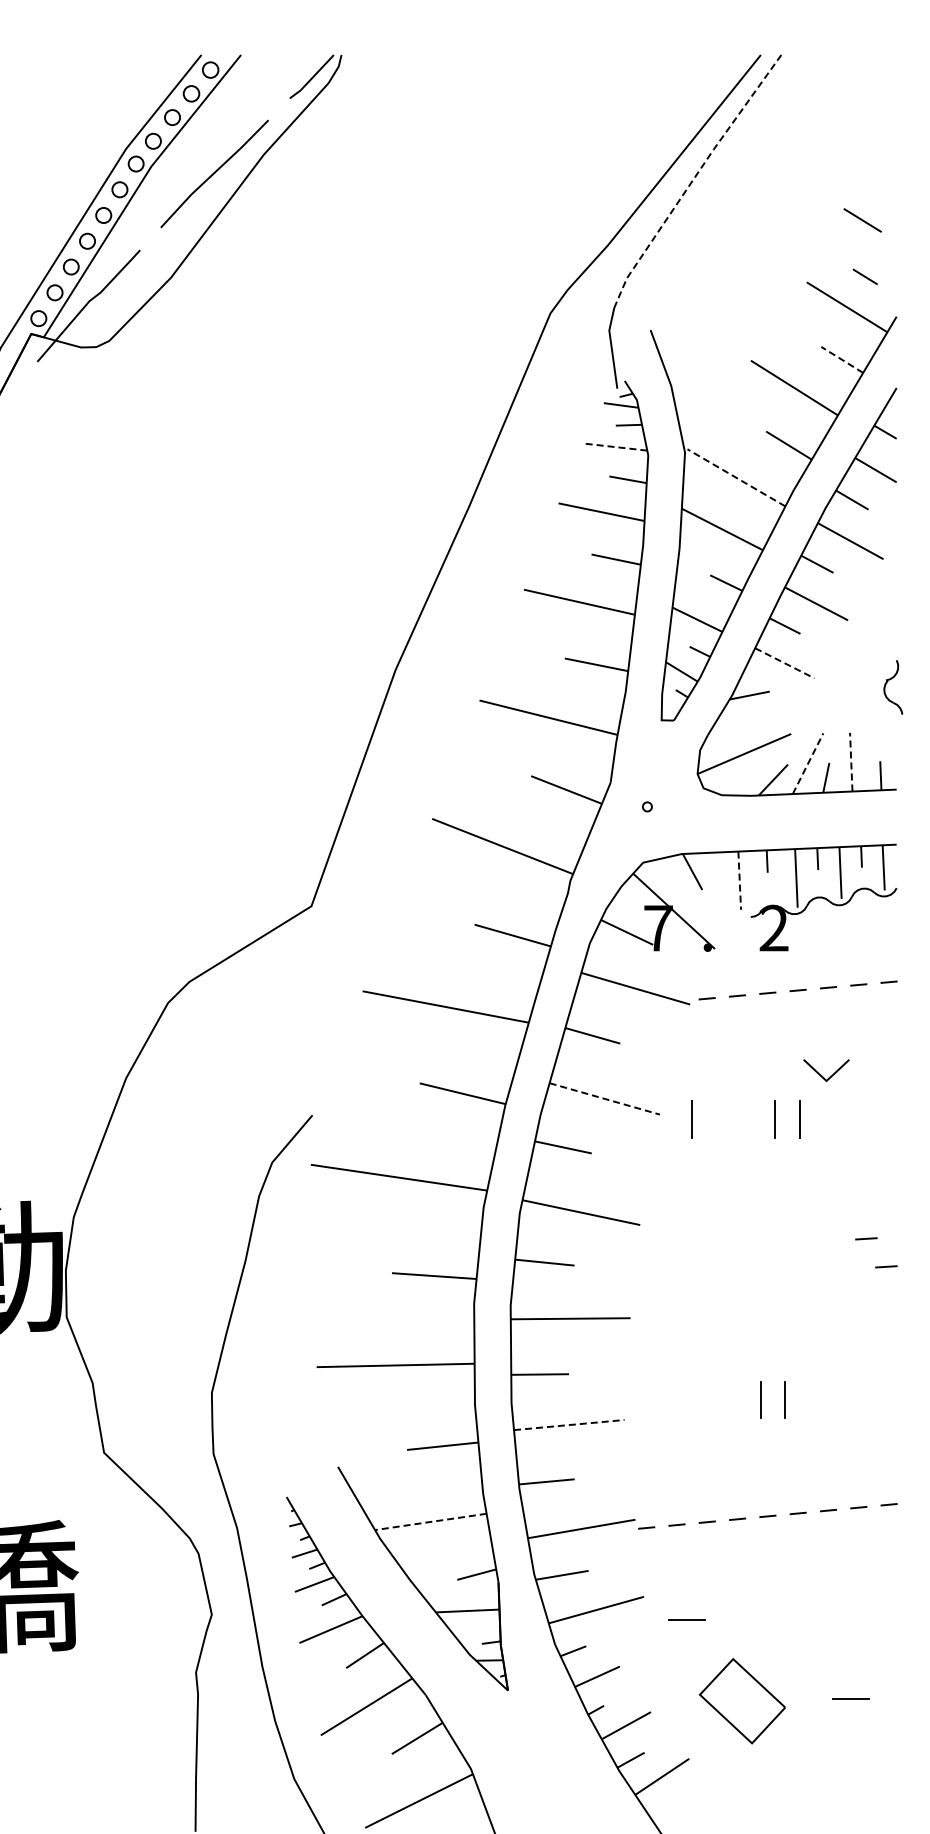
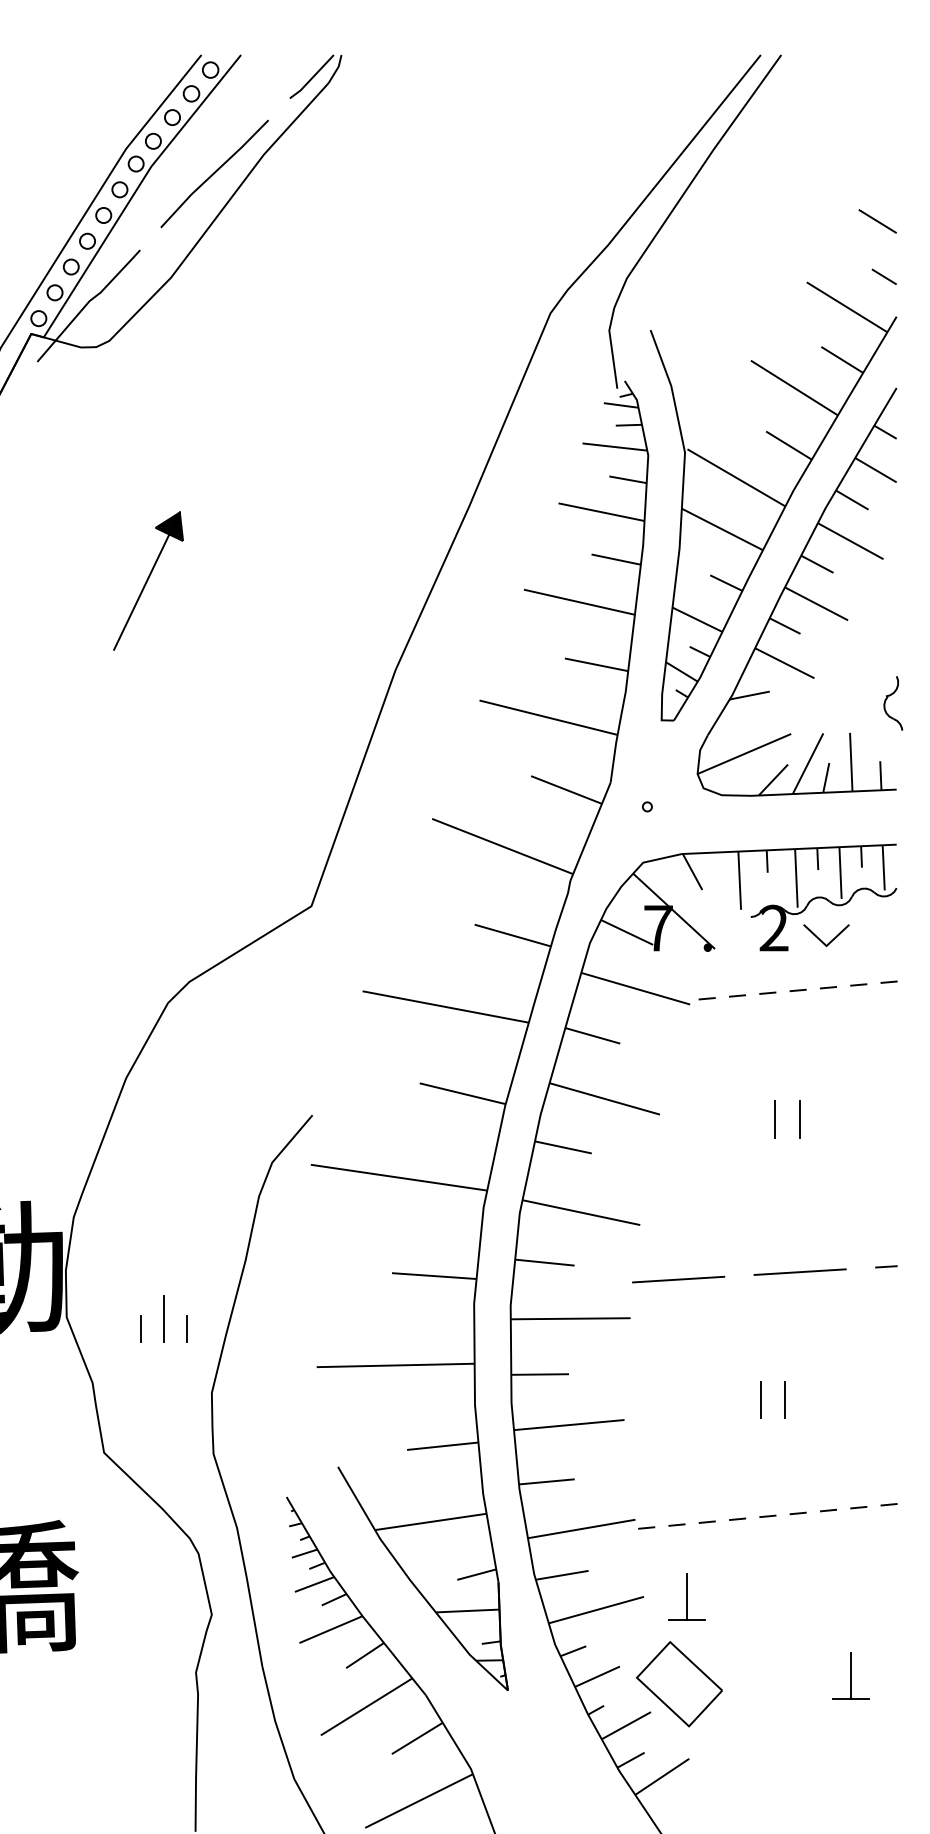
line at (695, 176): dashed -> solid
line at (862, 220) position: (862, 220) -> (877, 221)
line at (864, 276) position: (864, 276) -> (883, 276)
line at (842, 359): dashed -> solid
line at (614, 447): dashed -> solid
line at (736, 477): dashed -> solid
part at (148, 580): none -> present
line at (785, 663): dashed -> solid
part at (887, 683) position: (887, 683) -> (887, 699)
line at (851, 761): dashed -> solid
line at (808, 763): dashed -> solid
line at (739, 881): dashed -> solid
line at (822, 1075) position: (822, 1075) -> (822, 940)
line at (605, 1099): dashed -> solid
line at (691, 1119): present -> none
line at (866, 1238): present -> none
line at (799, 1271): none -> present
line at (678, 1279): none -> present
line at (164, 1319): none -> present
line at (141, 1329): none -> present
line at (186, 1329): none -> present
line at (569, 1425): dashed -> solid
line at (430, 1522): dashed -> solid
line at (687, 1596): none -> present
line at (850, 1675): none -> present
part at (741, 1701) position: (741, 1701) -> (678, 1684)
